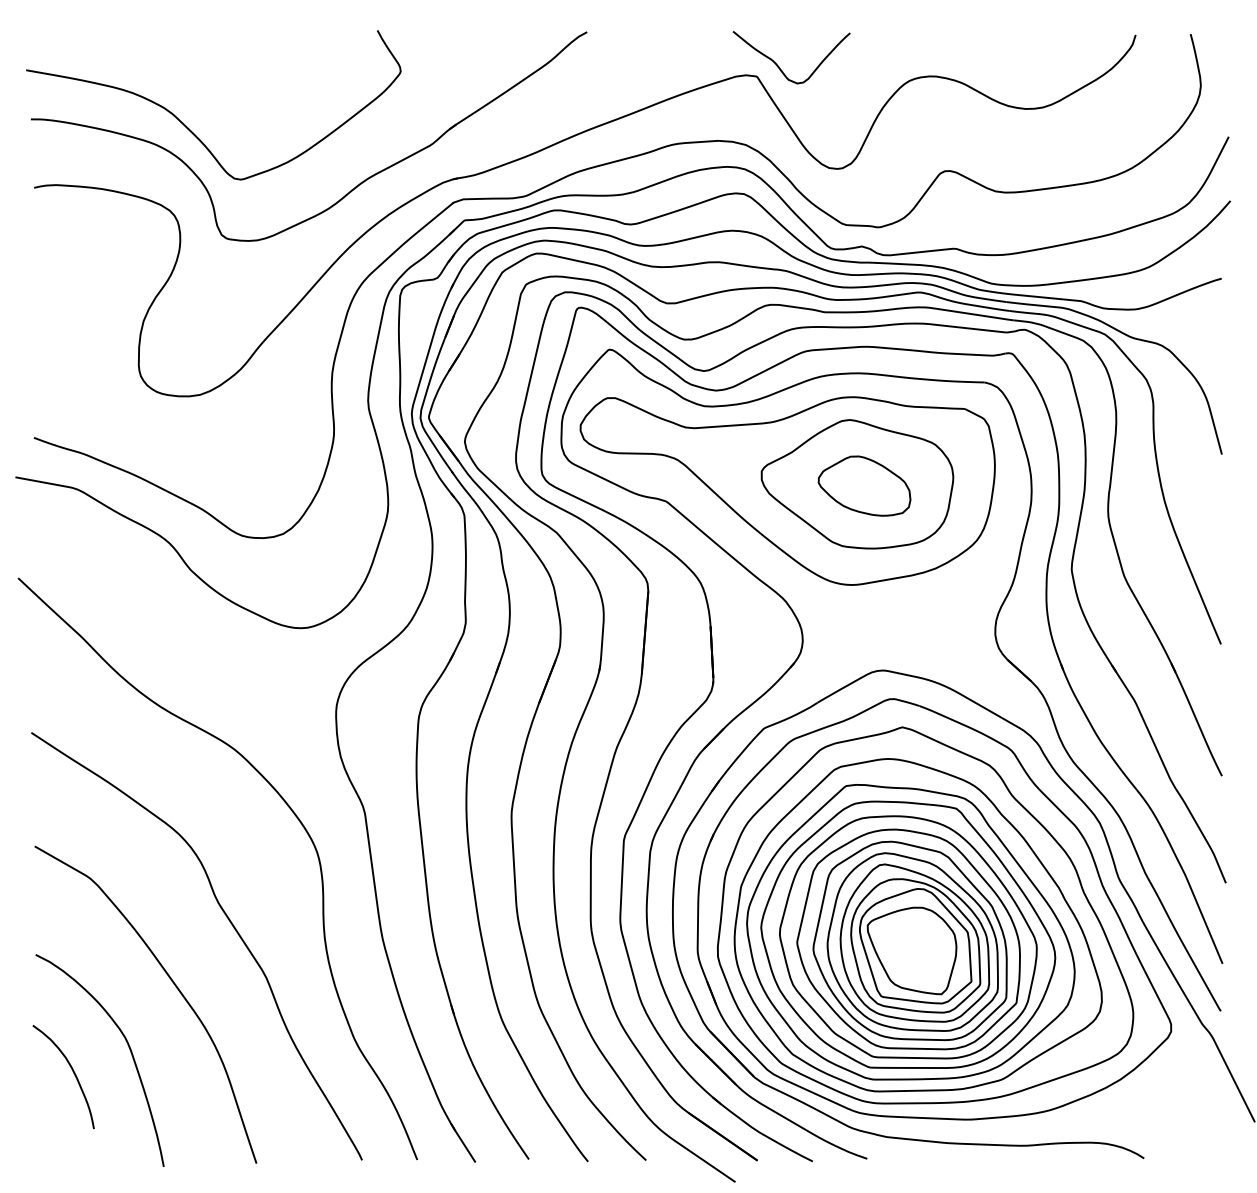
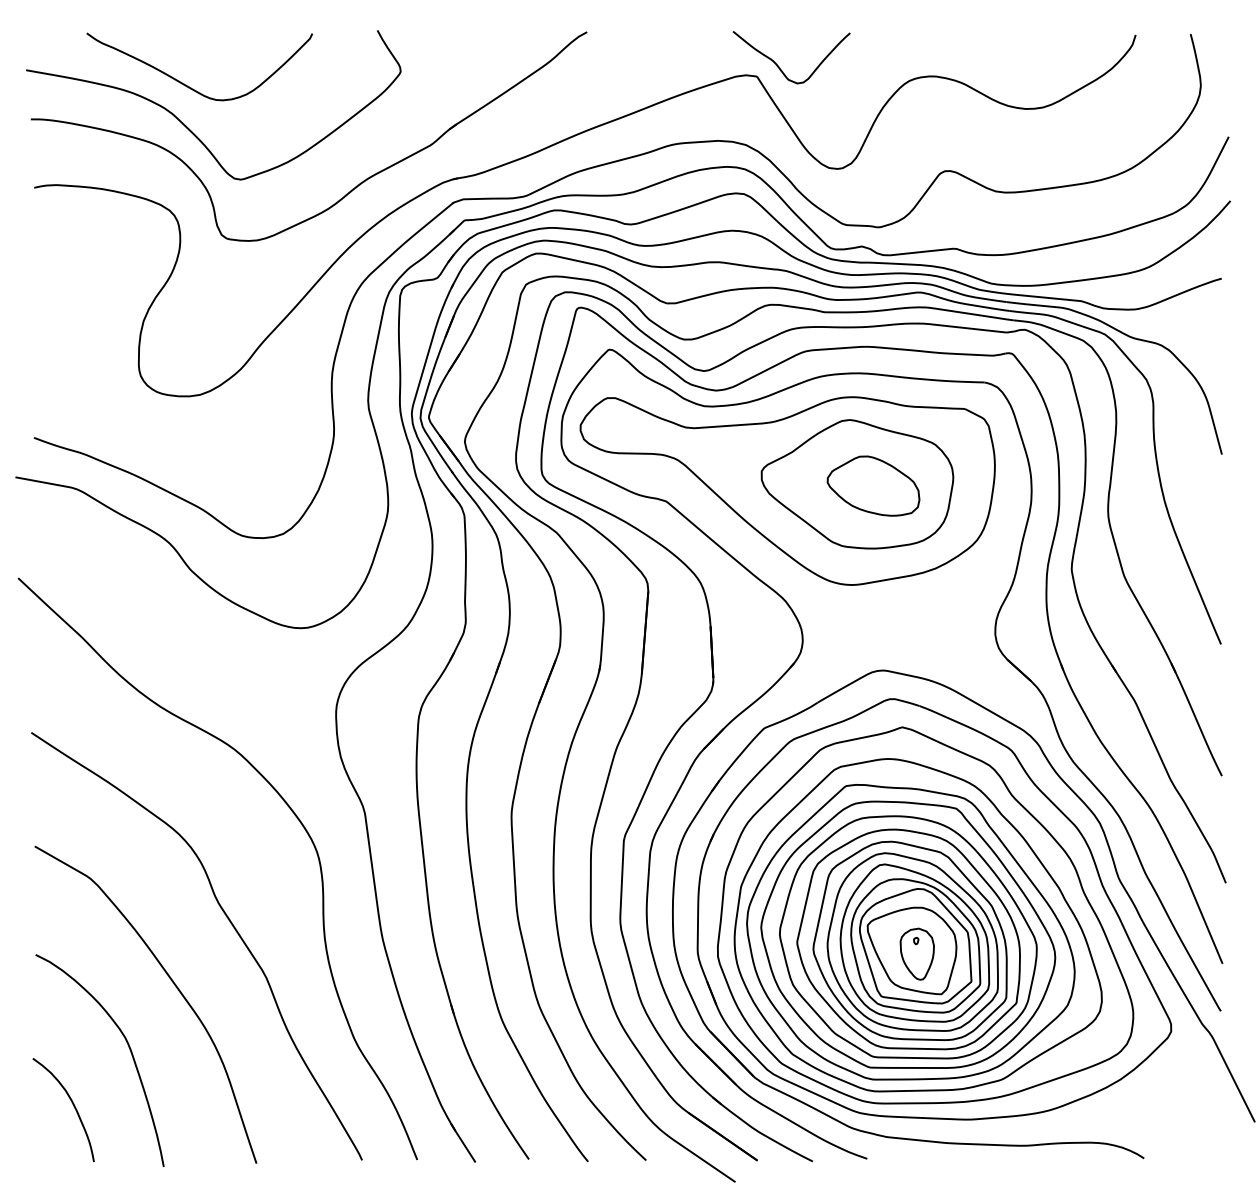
curve at (186, 84): none -> present
part at (864, 485) position: (864, 485) -> (873, 485)
part at (916, 953): none -> present
curve at (73, 1073) position: (73, 1073) -> (73, 1106)
